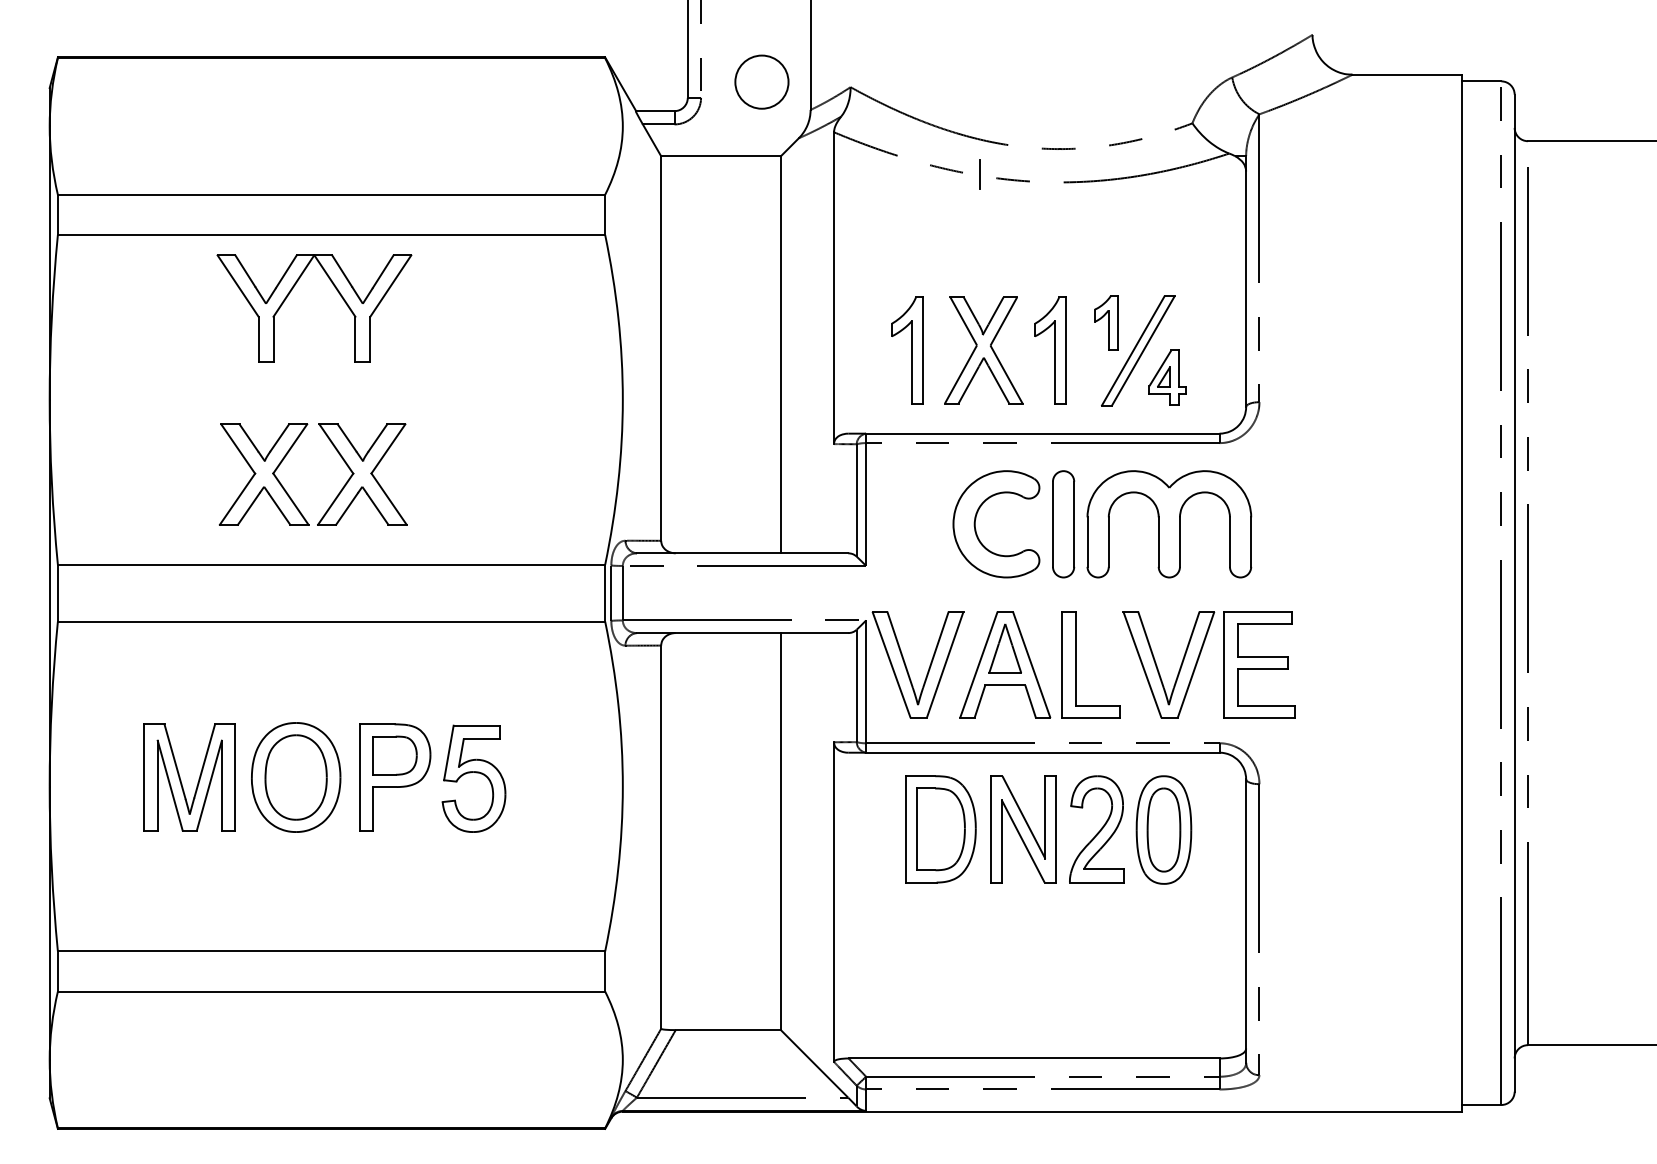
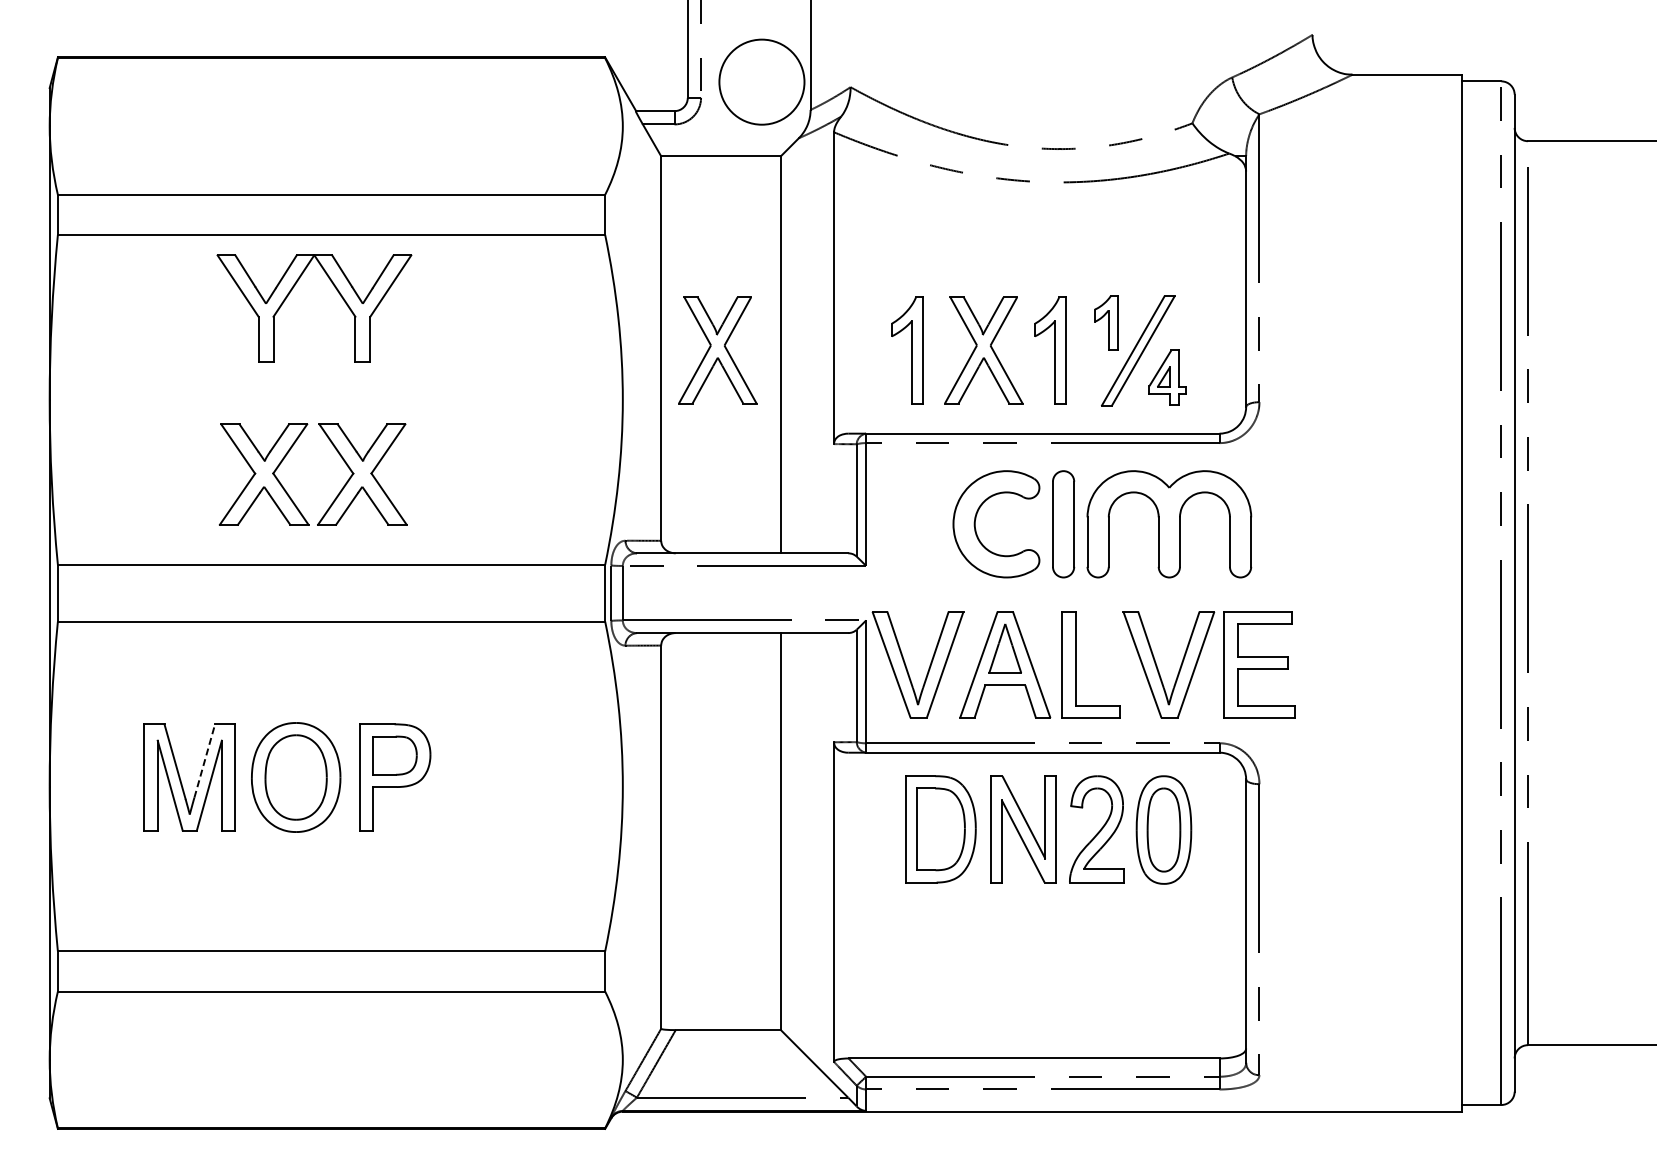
circle at (761, 81) diameter: 53 px -> 85 px
line at (980, 174): present -> none
part at (717, 350): none -> present
line at (204, 760): solid -> dashed
part at (473, 778): present -> none
